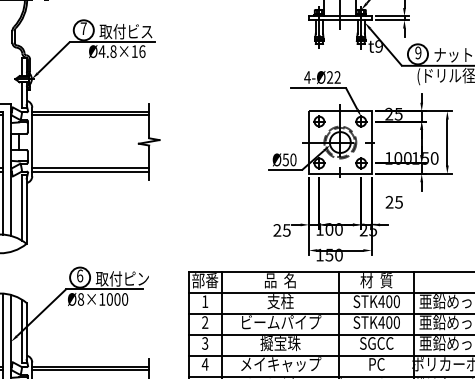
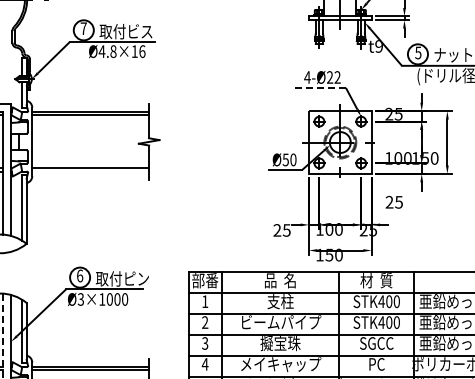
text at (418, 52): 9 -> 5
line at (318, 87): solid -> dashed
line at (90, 171): present -> none
text at (80, 299): Ø8×1000 -> Ø3×1000
line at (2, 336): solid -> dashed
